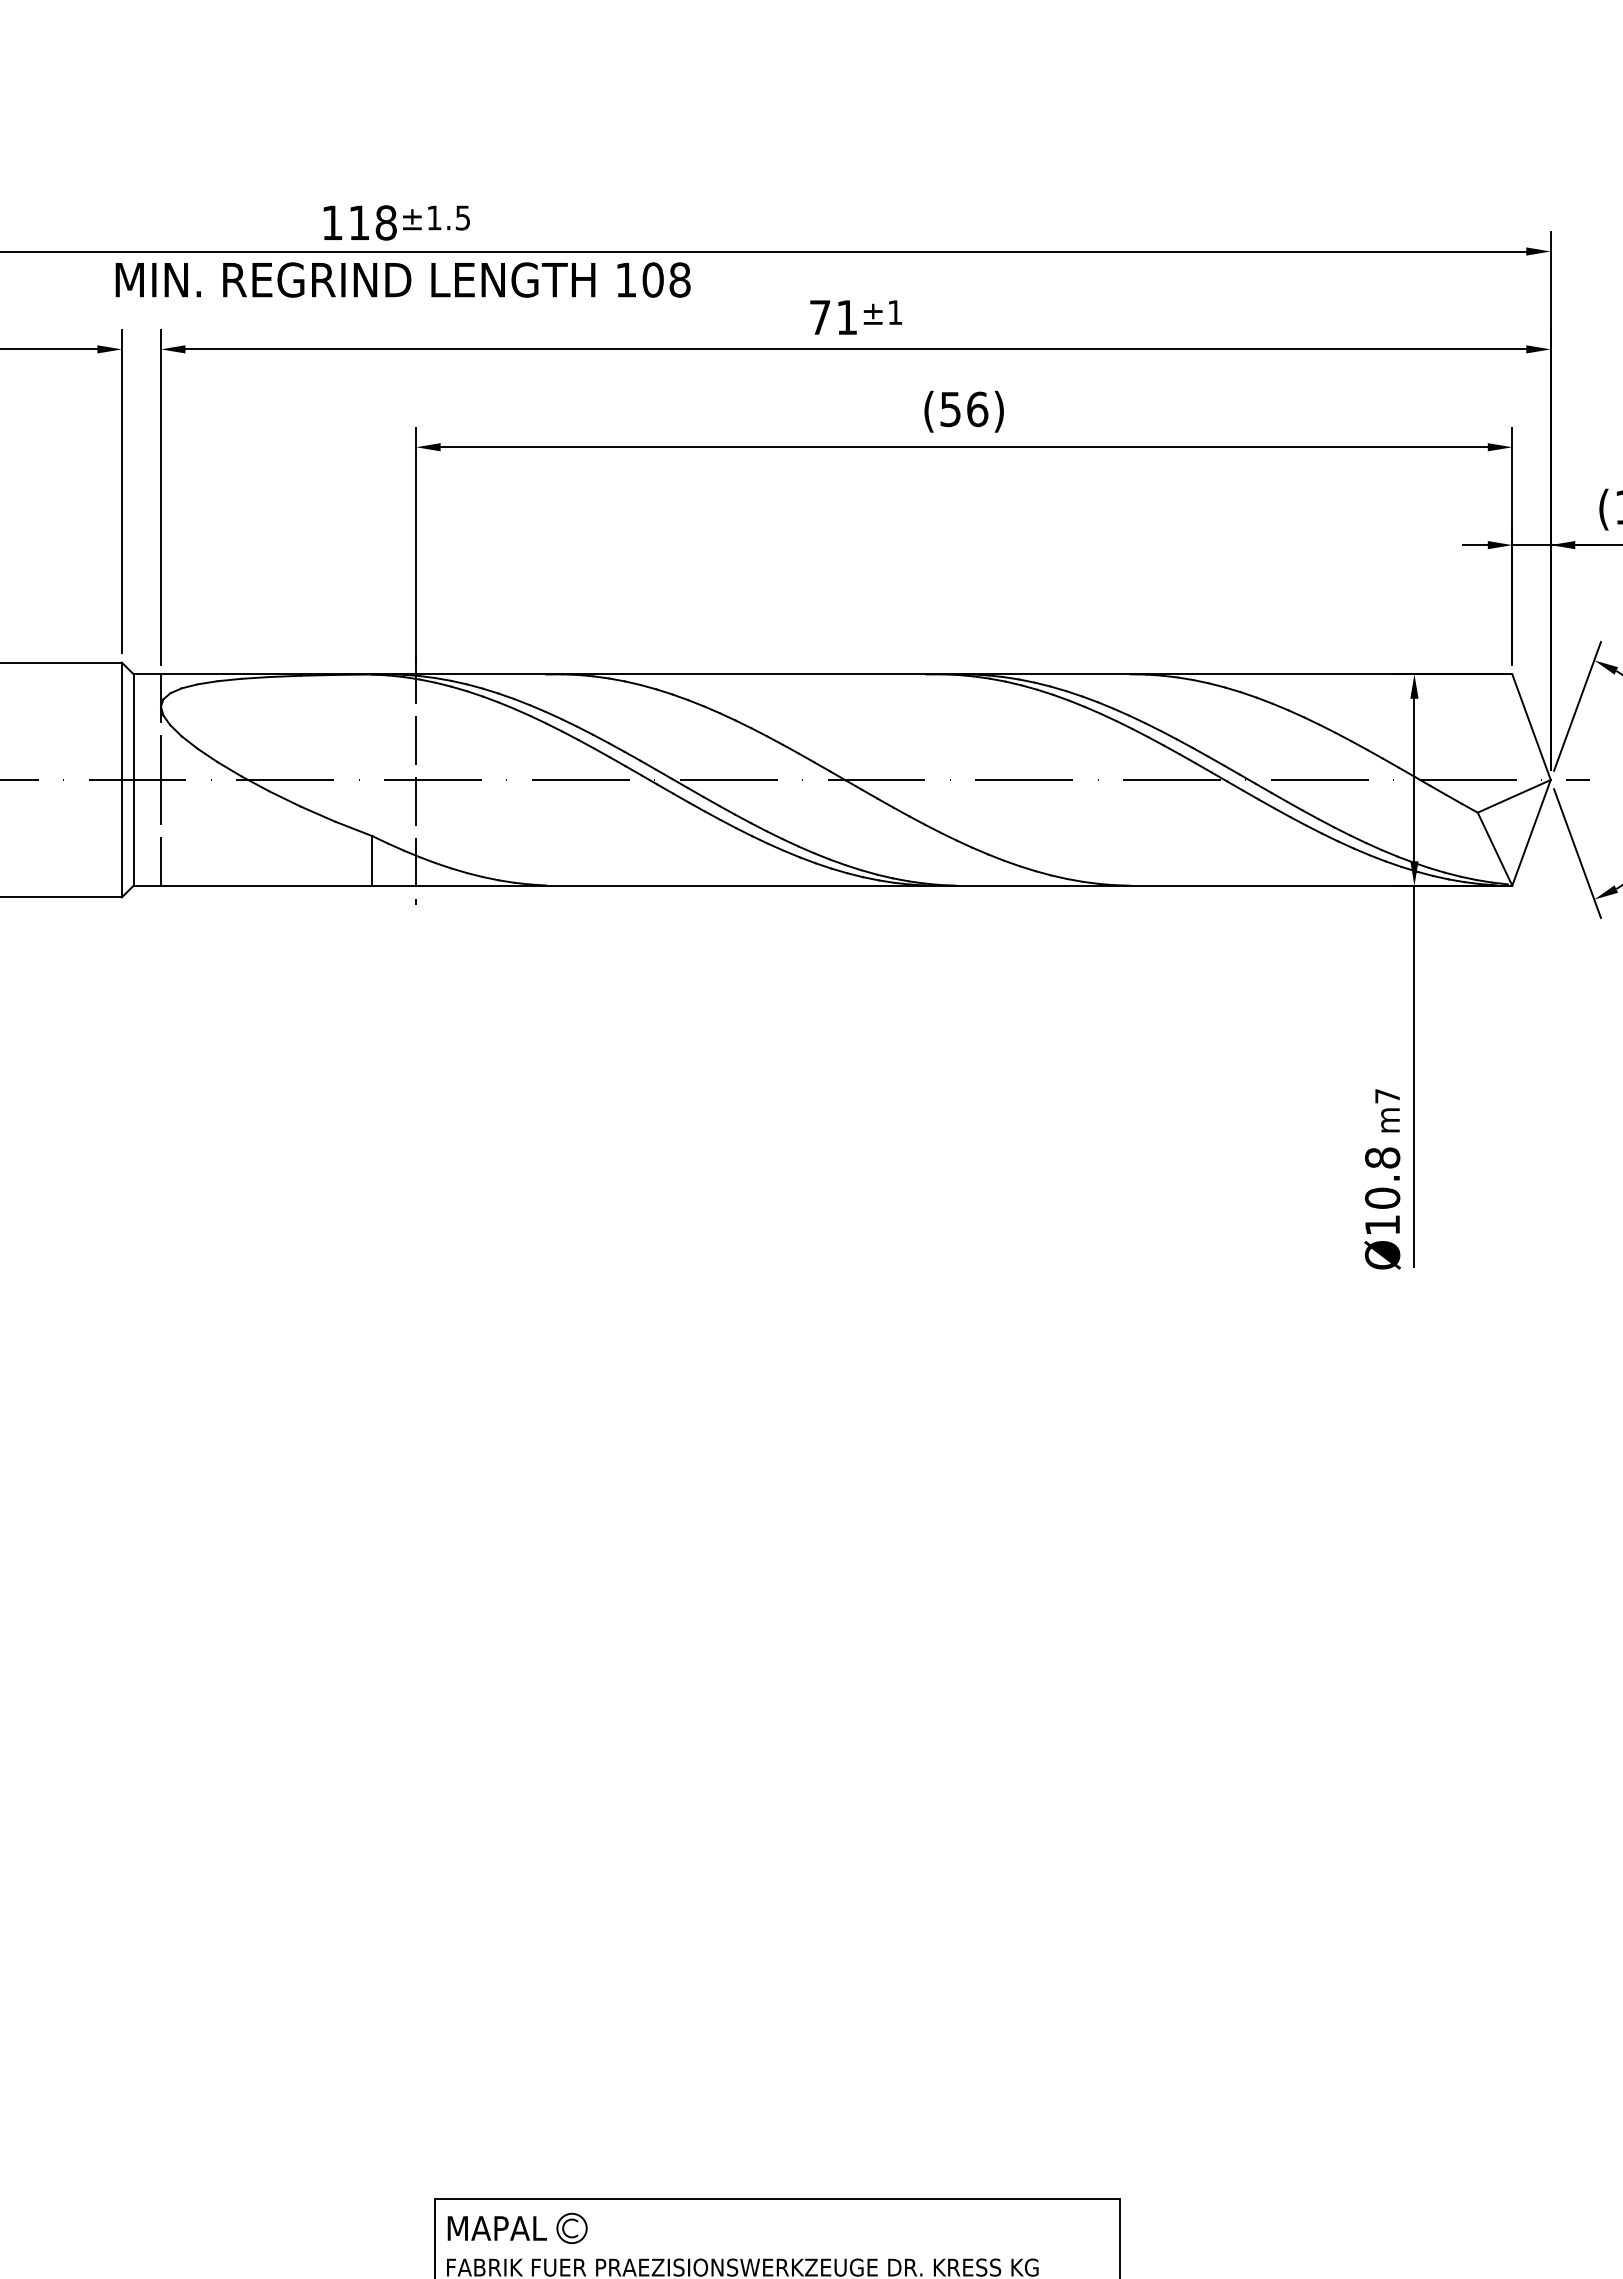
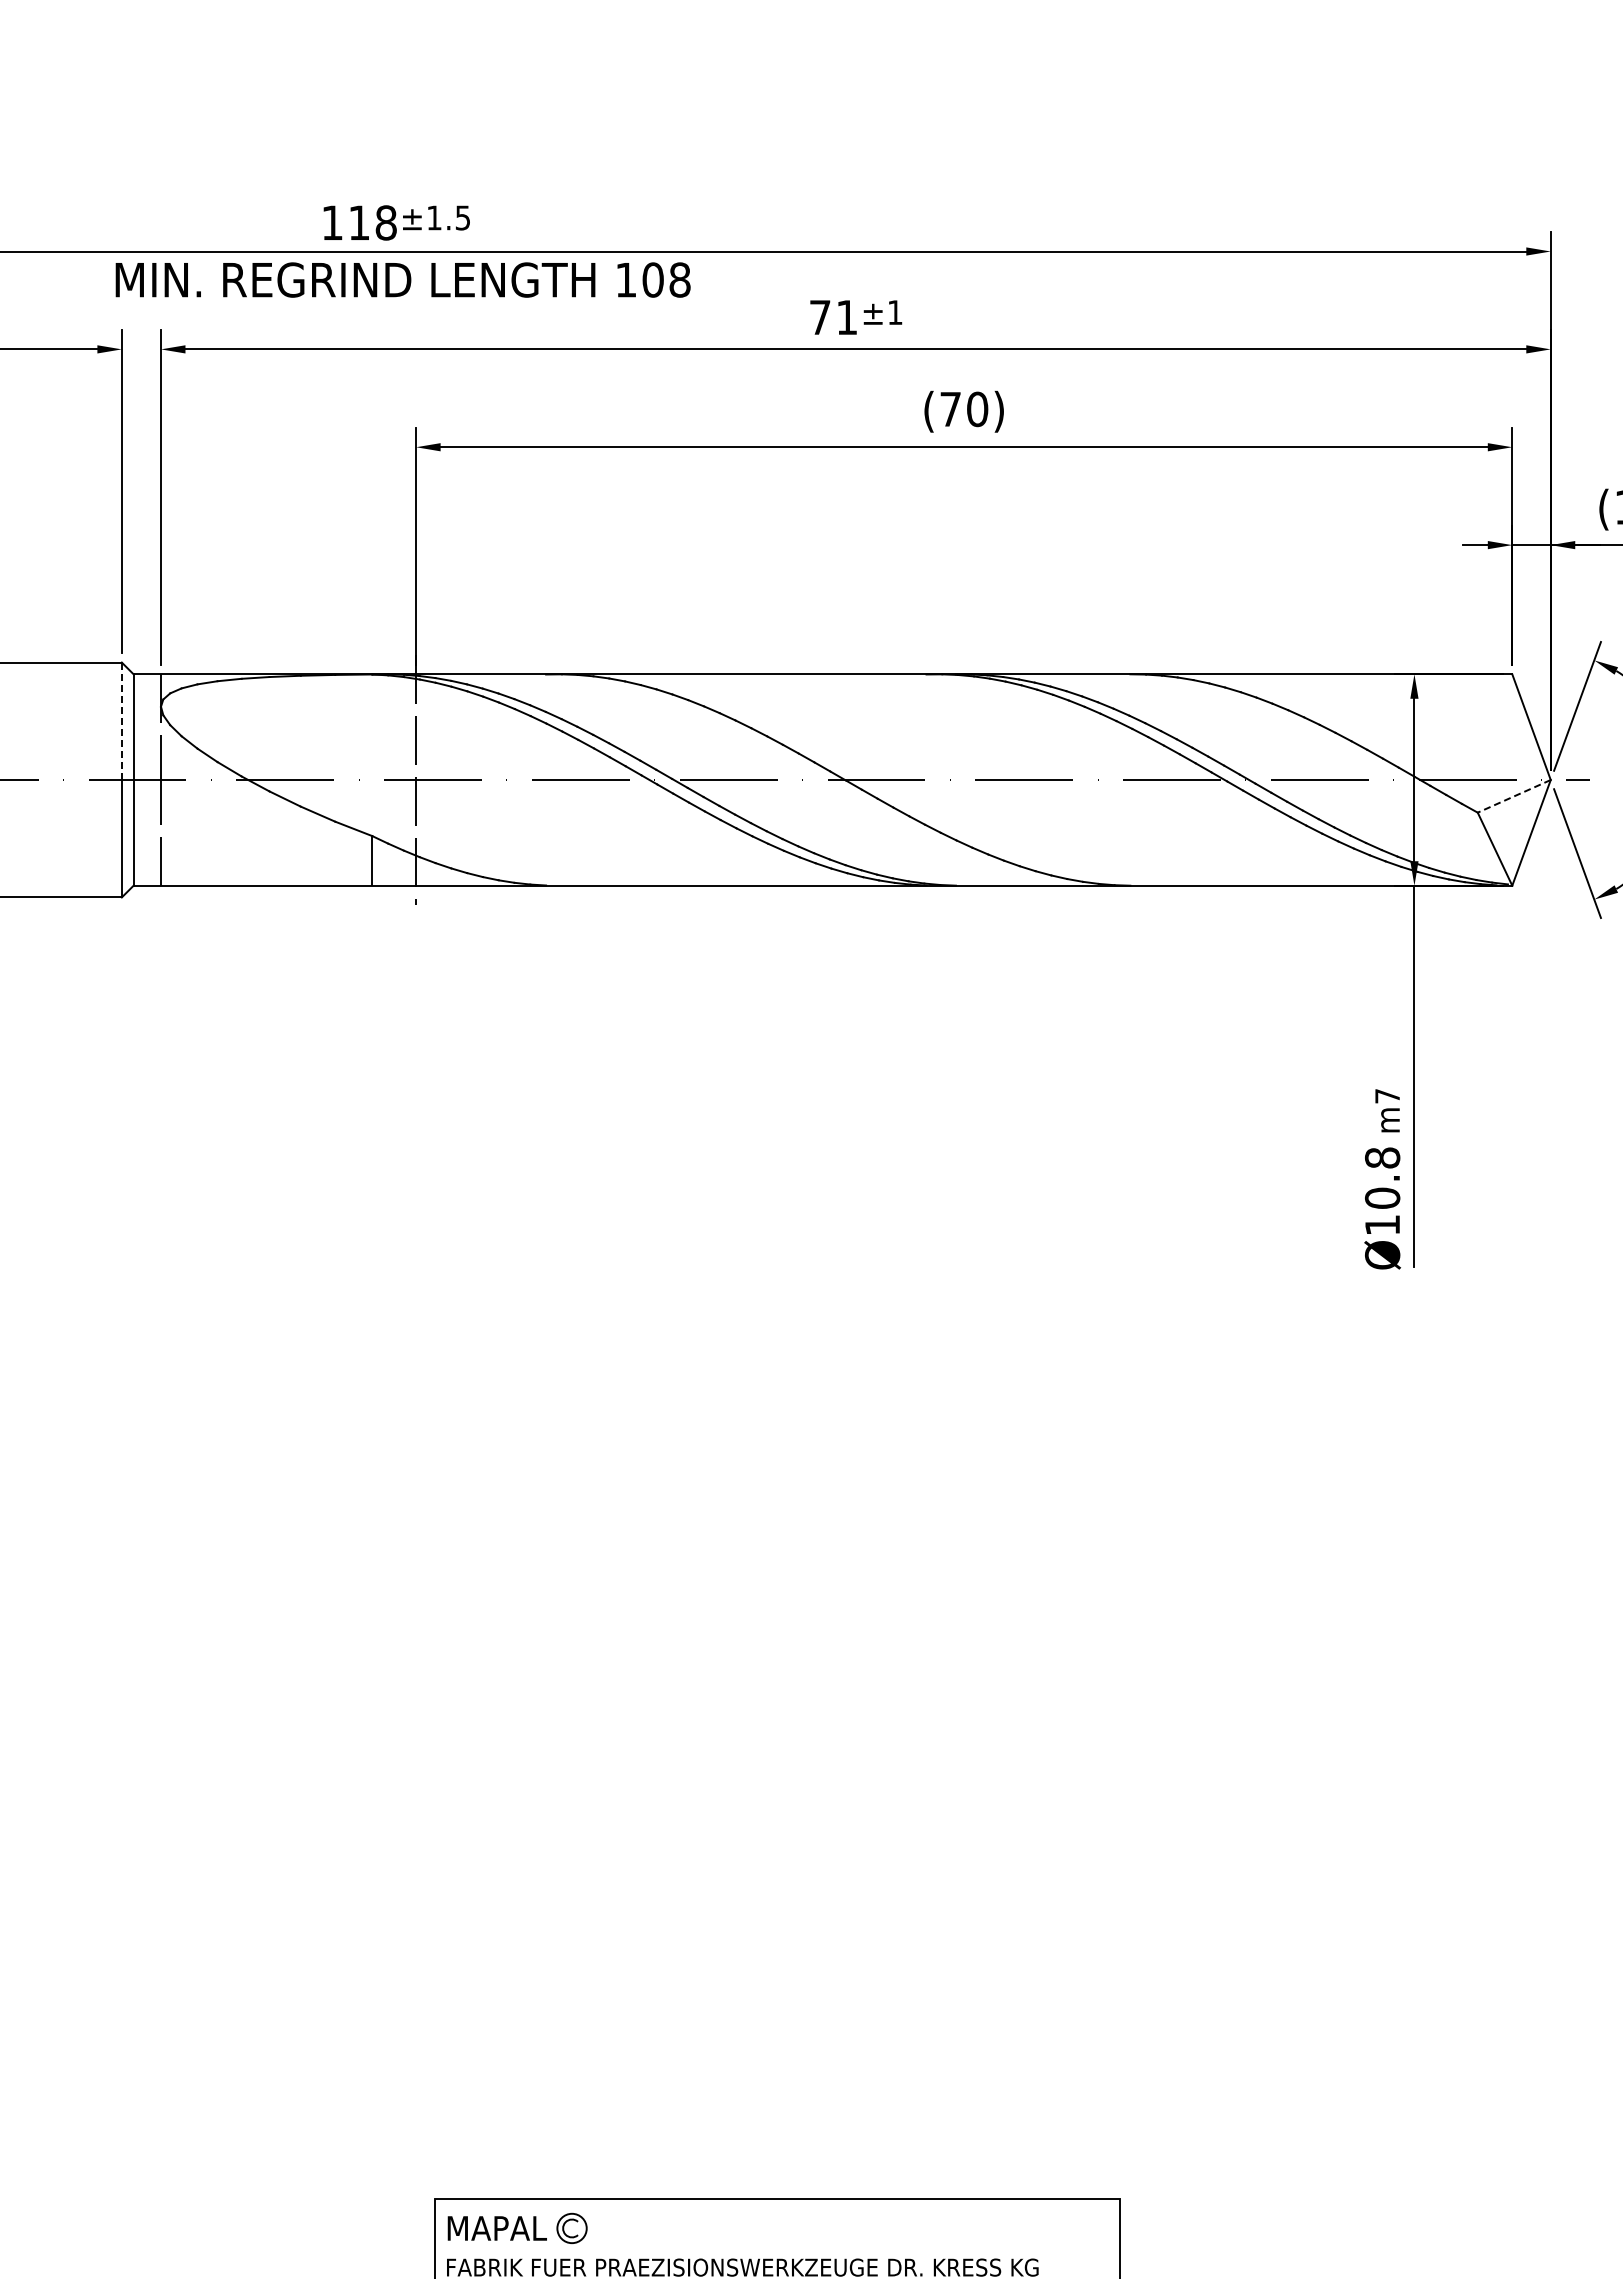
text at (964, 409): (56) -> (70)
line at (121, 721): solid -> dashed
line at (1514, 796): solid -> dashed
